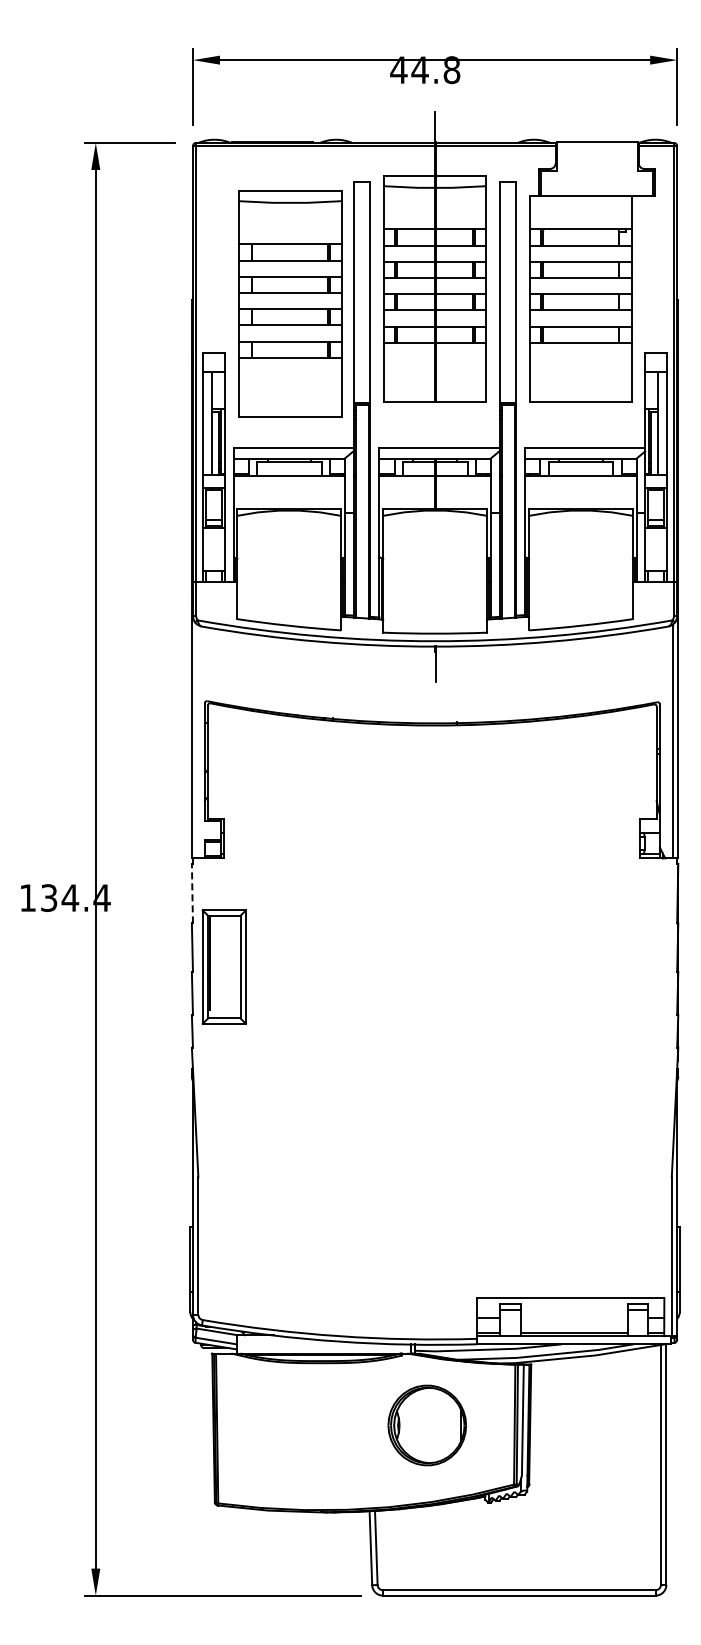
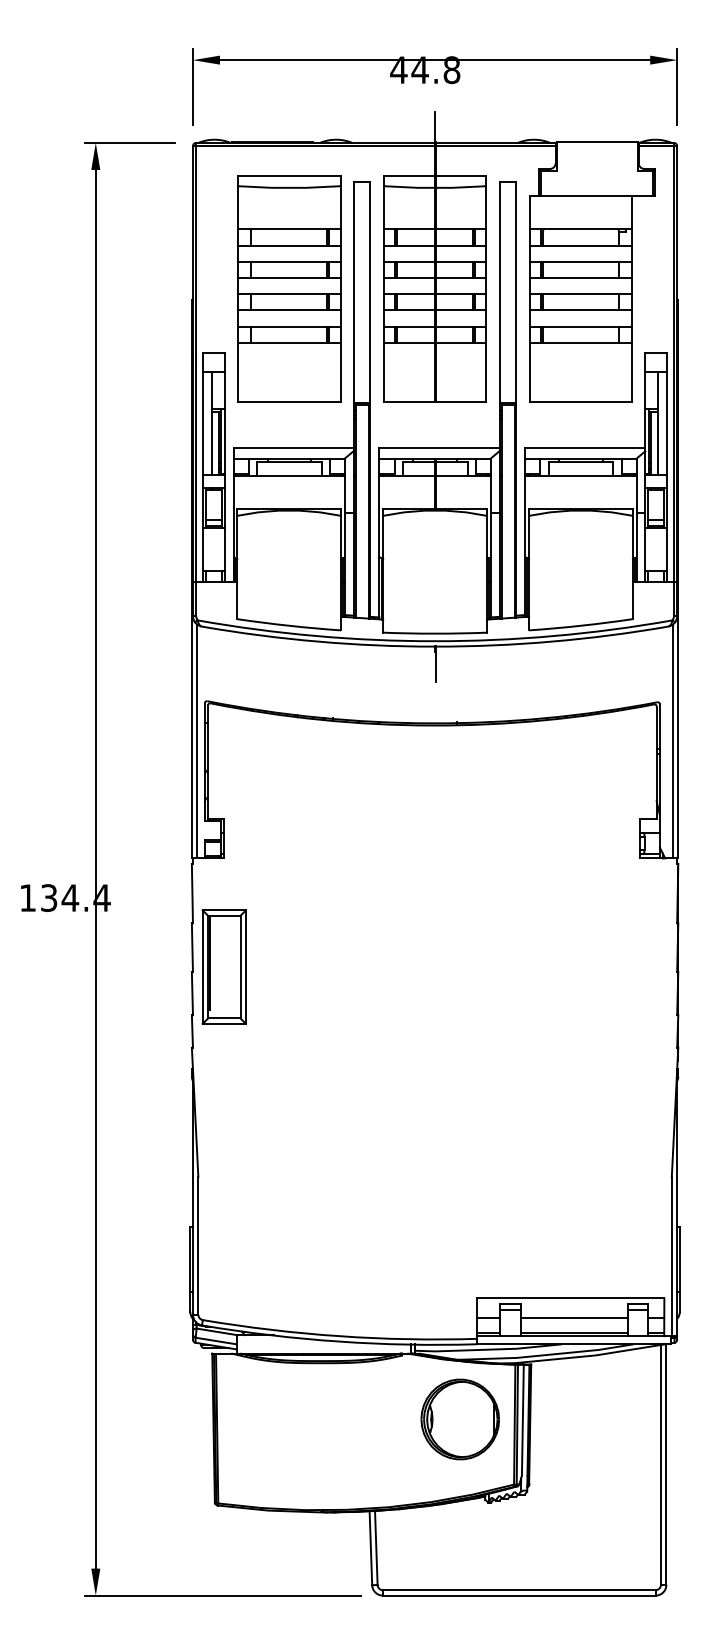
part at (290, 303) position: (290, 303) -> (289, 288)
line at (197, 741): none -> present
line at (192, 893): dashed -> solid
line at (573, 1317): none -> present
part at (426, 1425) position: (426, 1425) -> (459, 1419)
